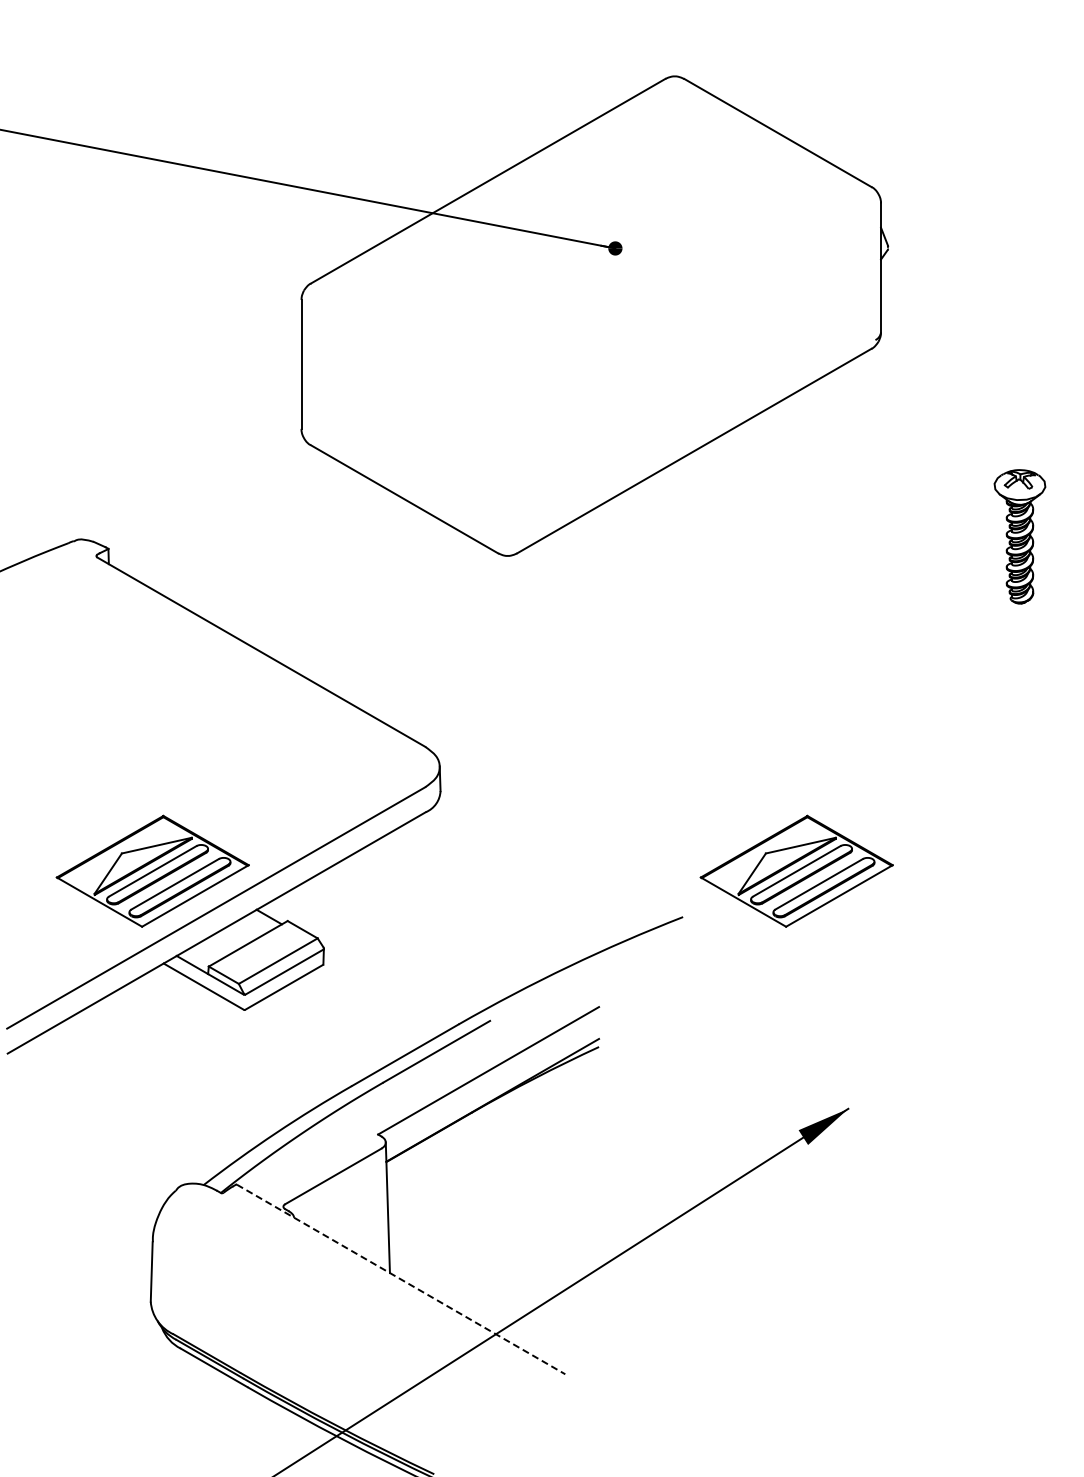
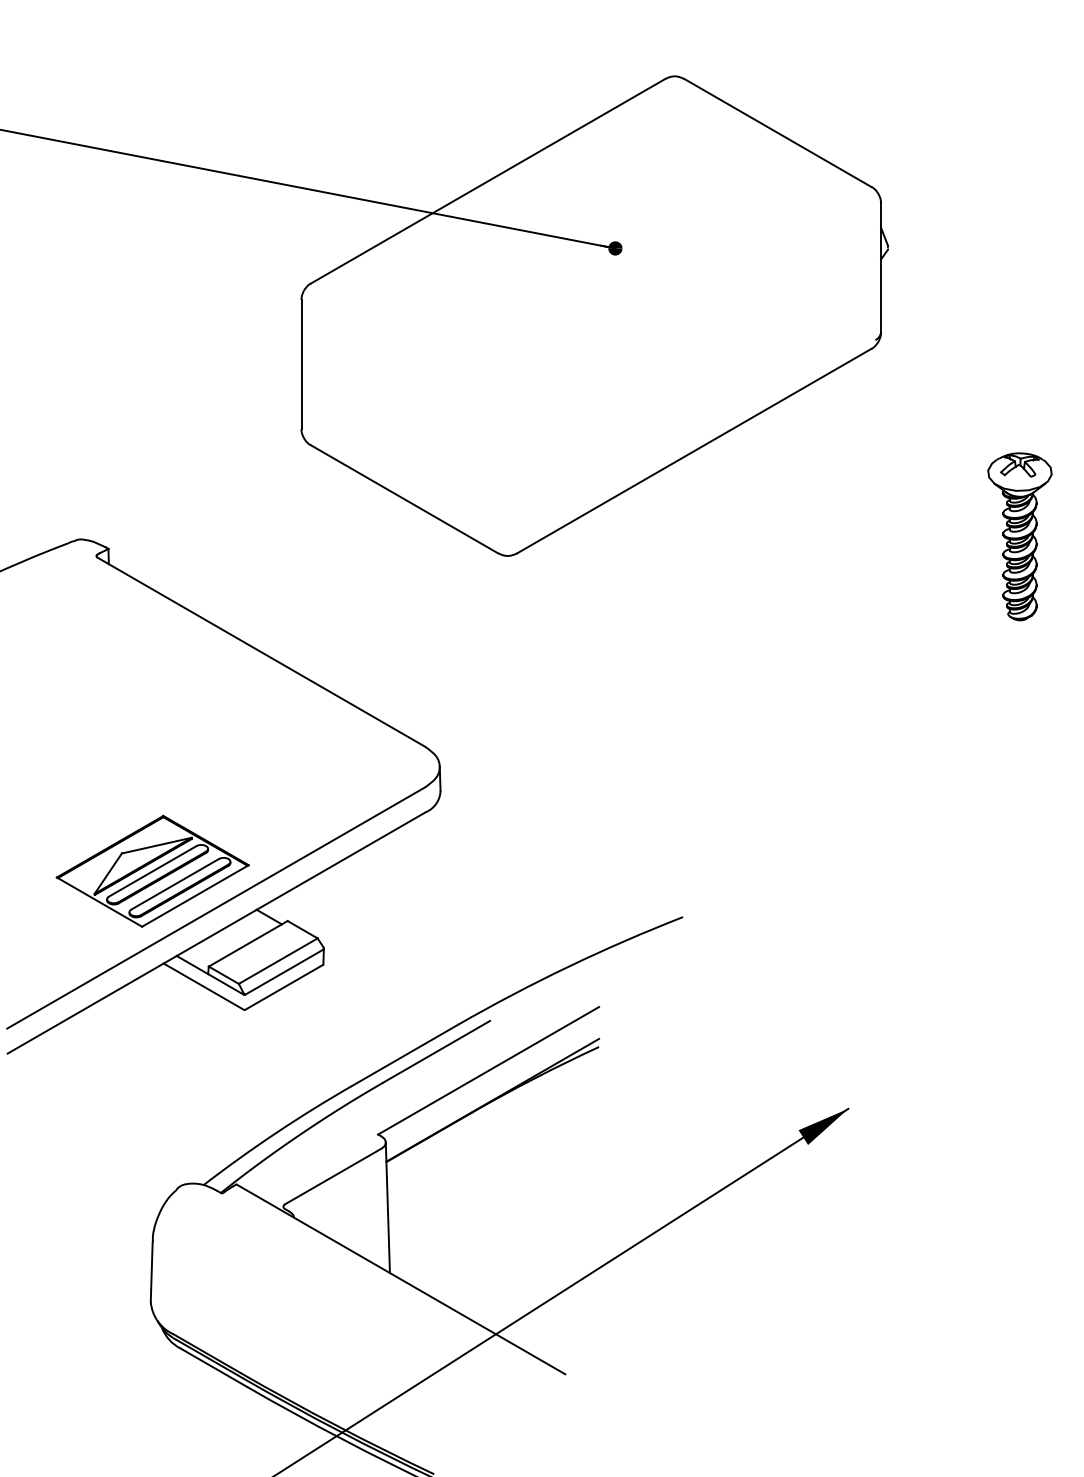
part at (1019, 536) size: 54x136 px -> 66x170 px
part at (796, 870): present -> none
line at (401, 1279): dashed -> solid
